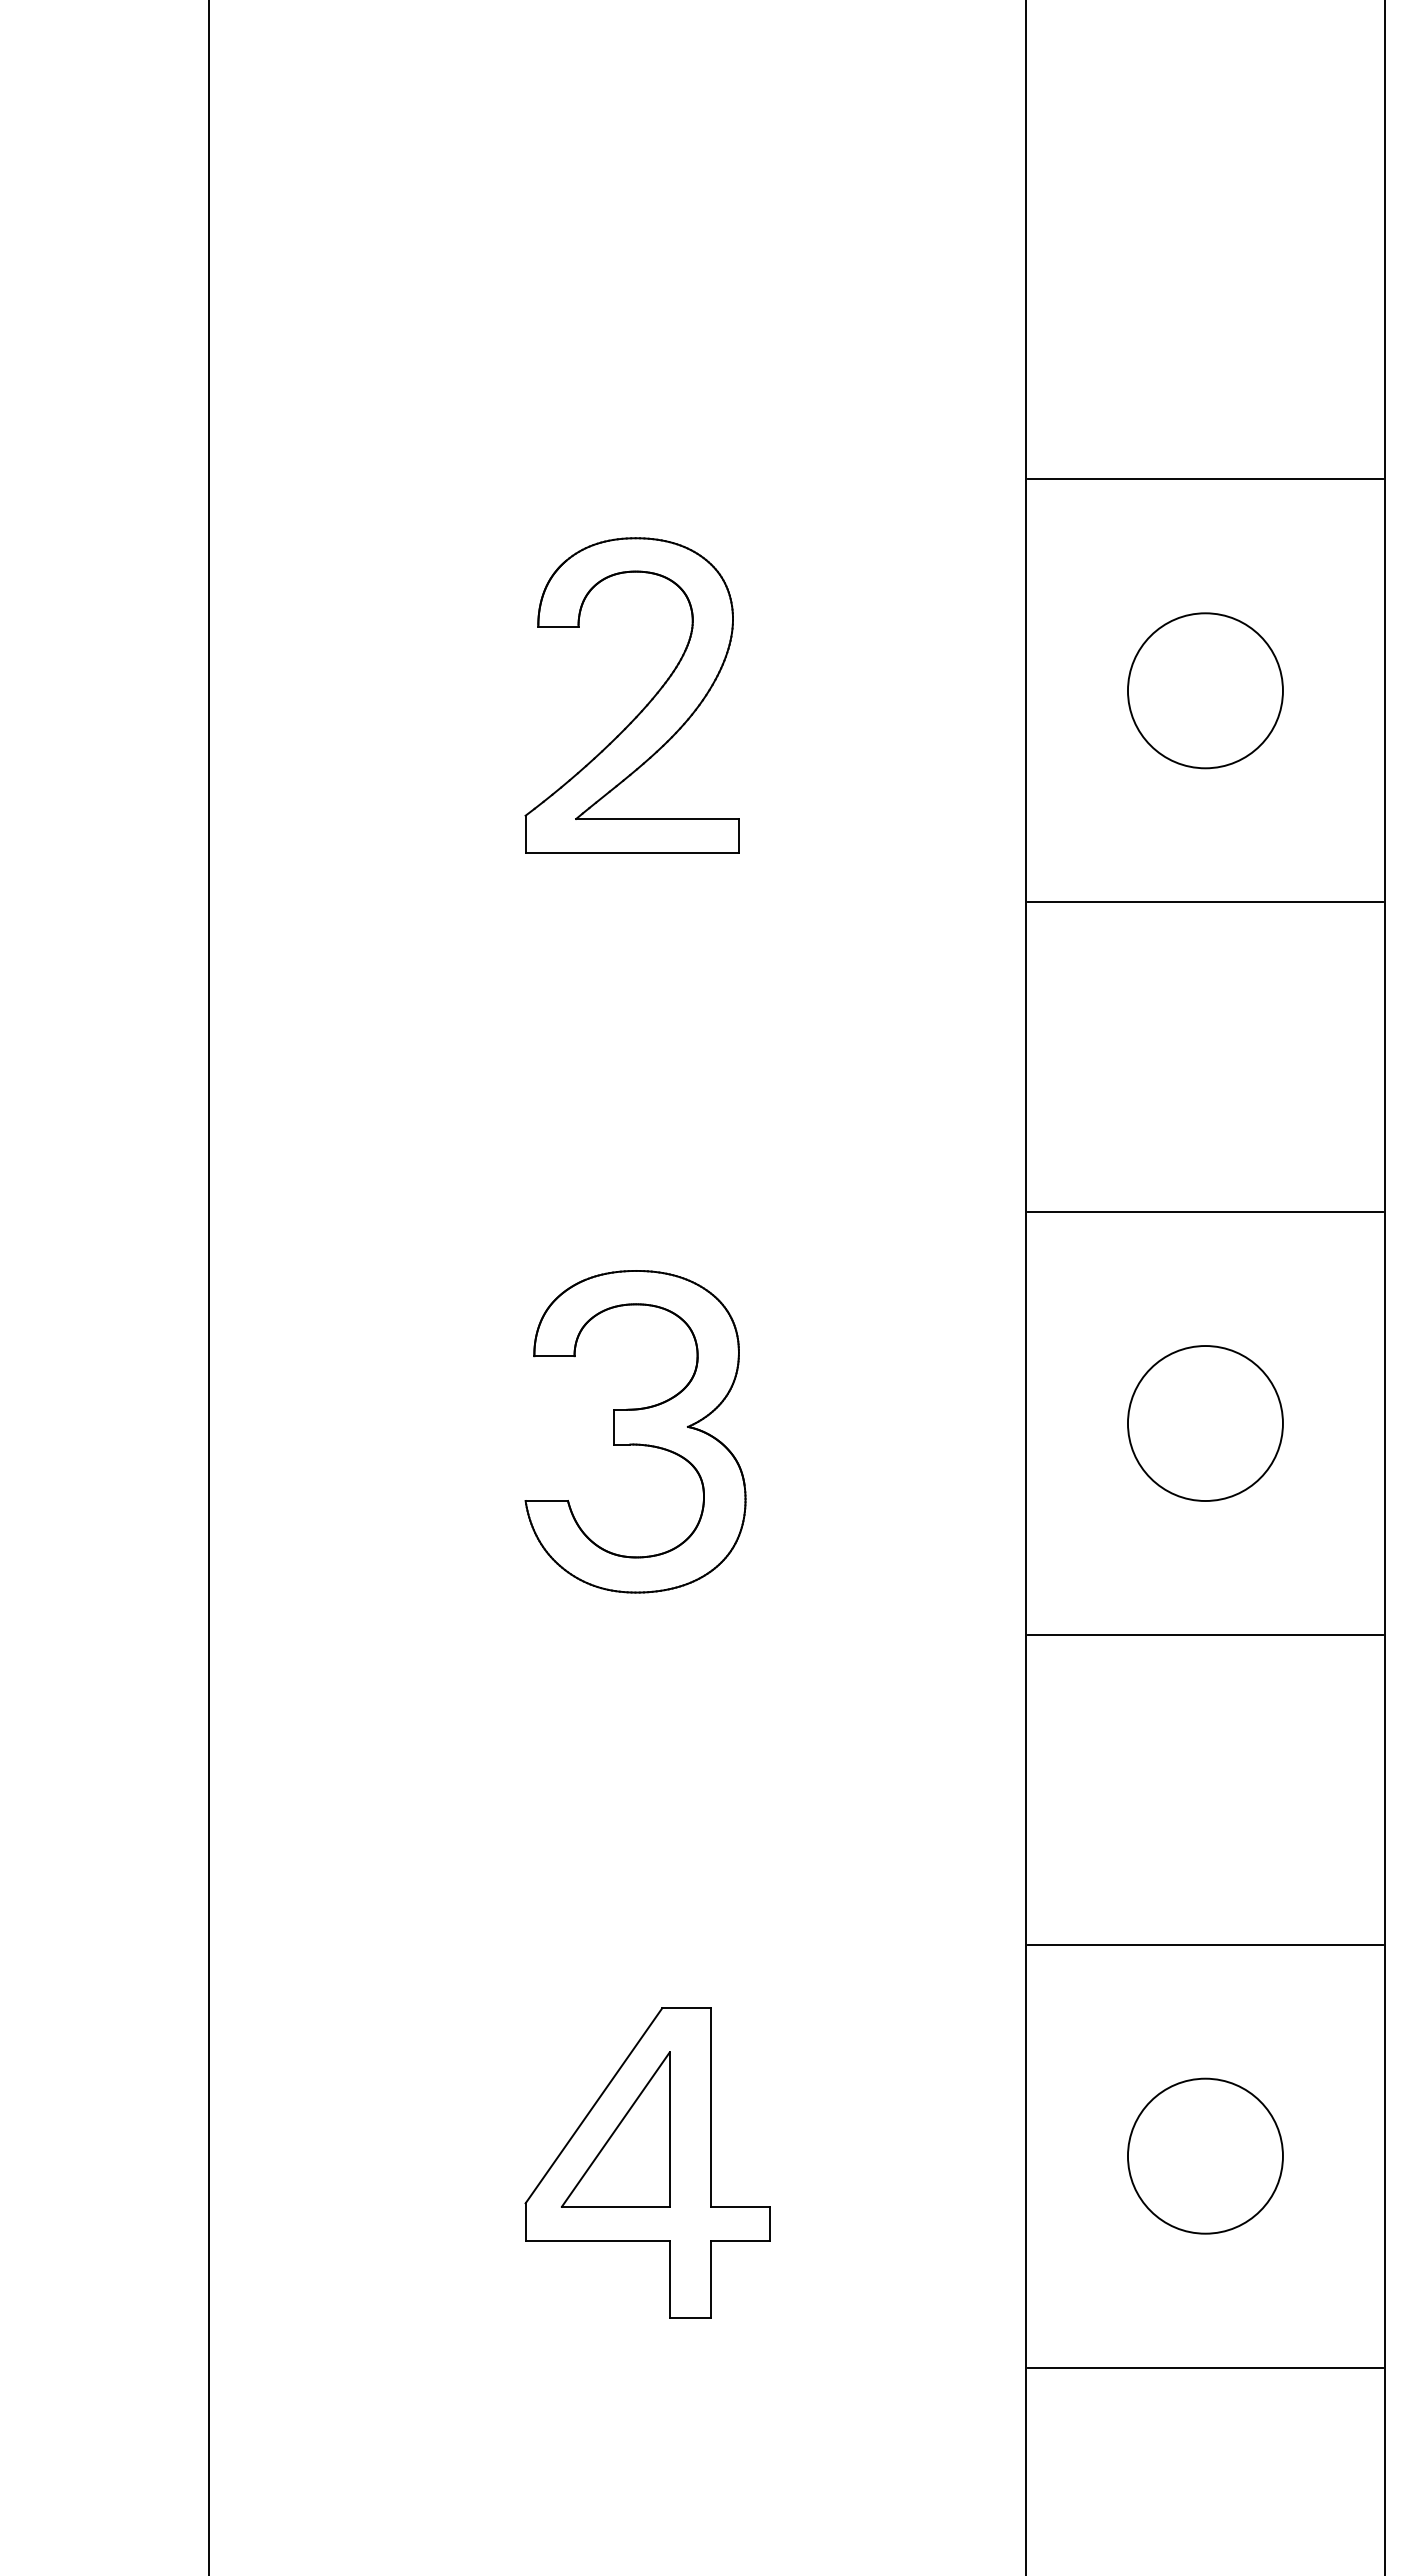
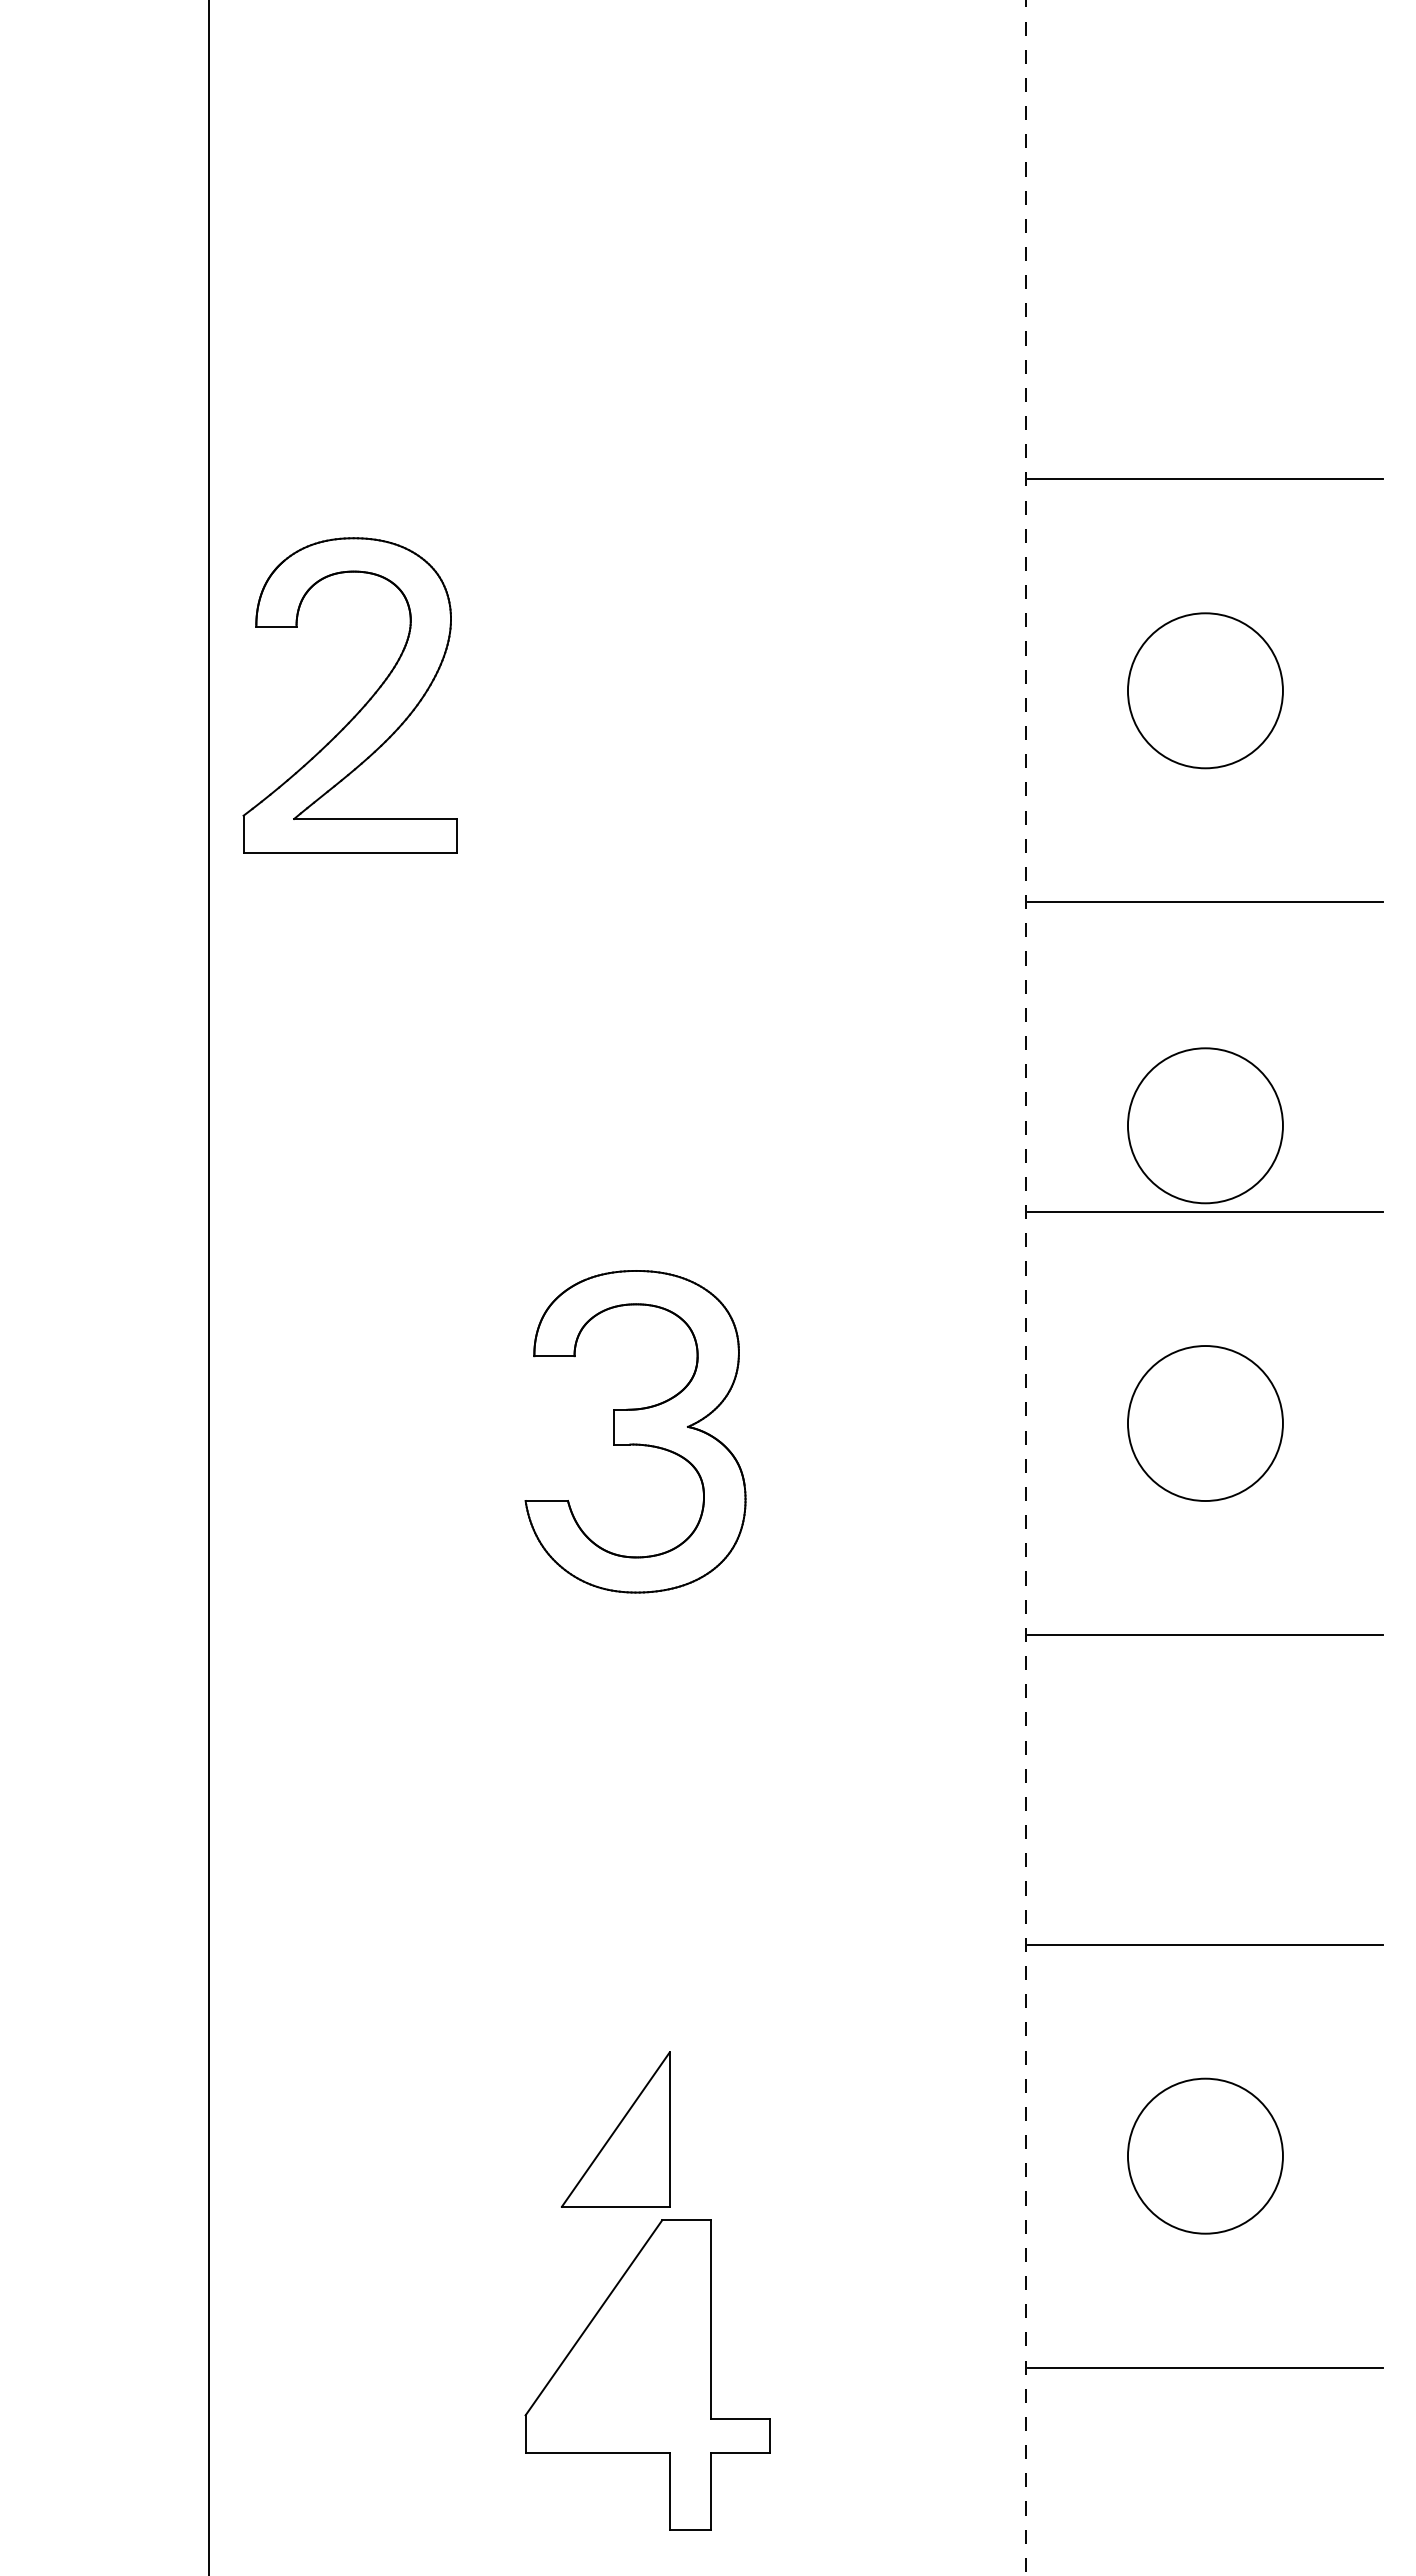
part at (643, 707) position: (643, 707) -> (361, 707)
circle at (1205, 1125): none -> present
line at (1385, 1287): present -> none
line at (1025, 1288): solid -> dashed
part at (647, 2162) position: (647, 2162) -> (647, 2374)
